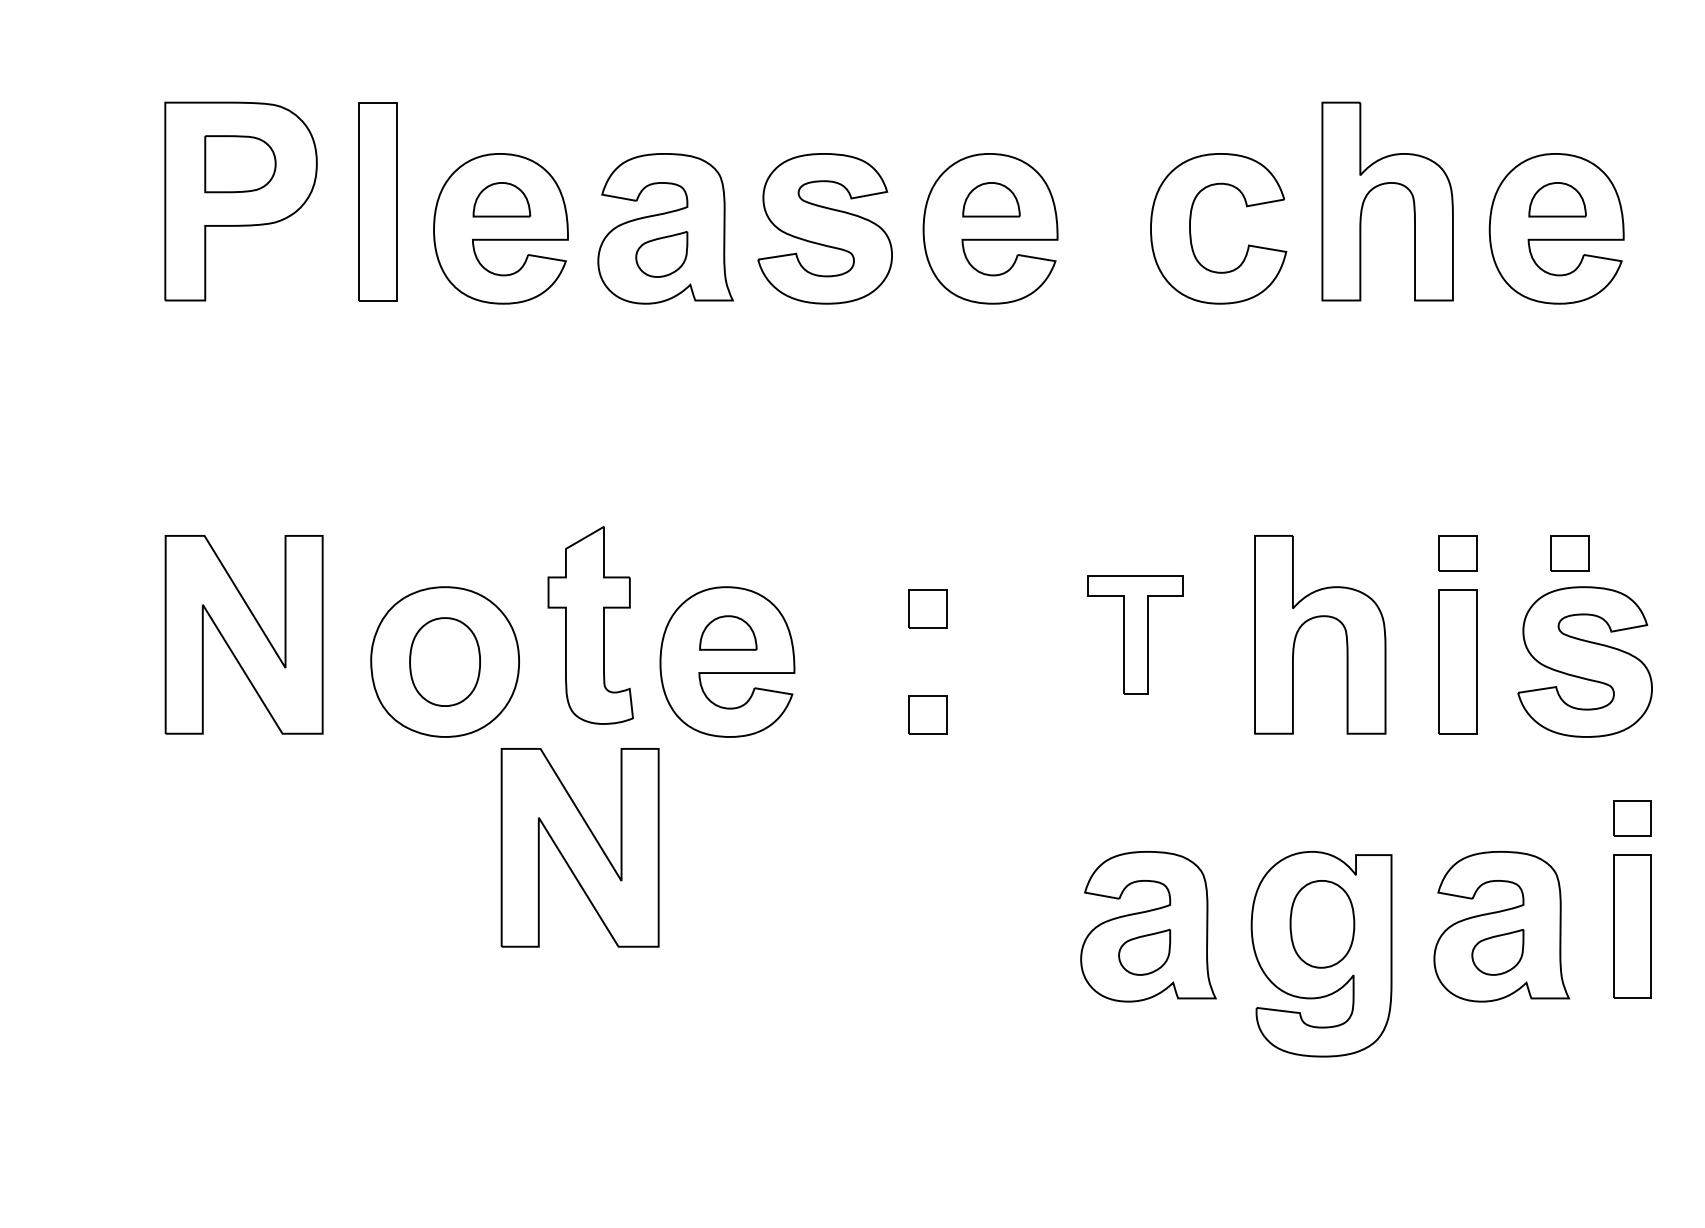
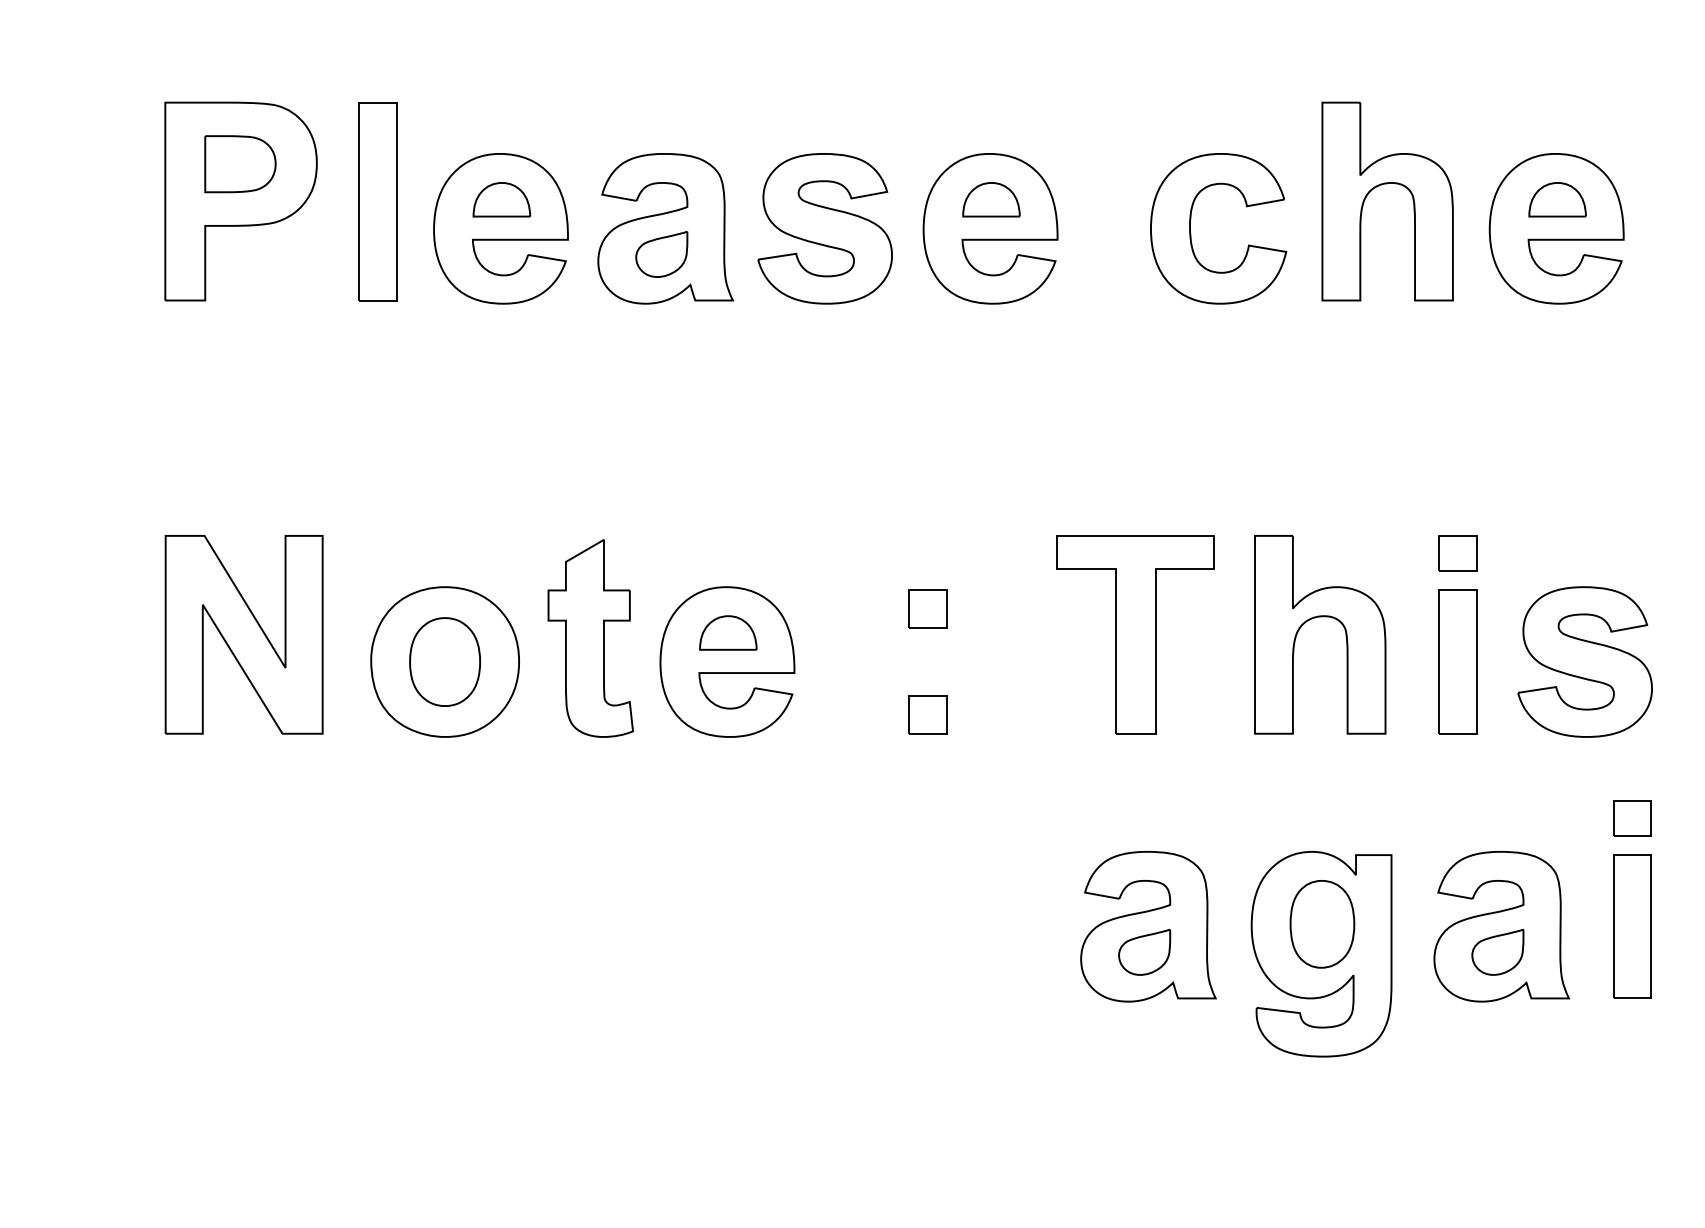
part at (1569, 553): present -> none
part at (590, 625) position: (590, 625) -> (590, 638)
part at (1135, 634) size: 97x120 px -> 159x200 px
part at (579, 847): present -> none
